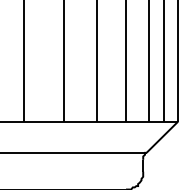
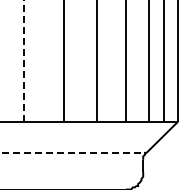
line at (23, 60): solid -> dashed
line at (73, 152): solid -> dashed
